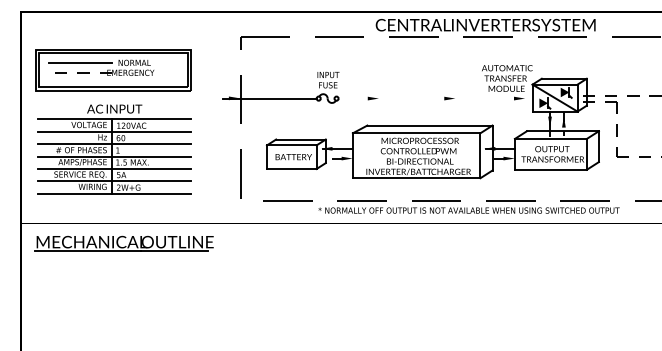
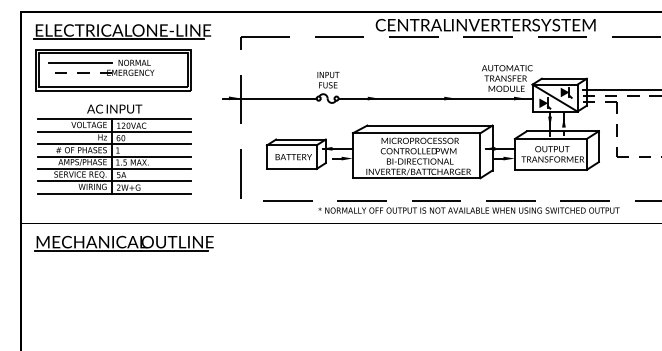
part at (121, 31): none -> present
line at (620, 89): none -> present
line at (435, 98): none -> present
